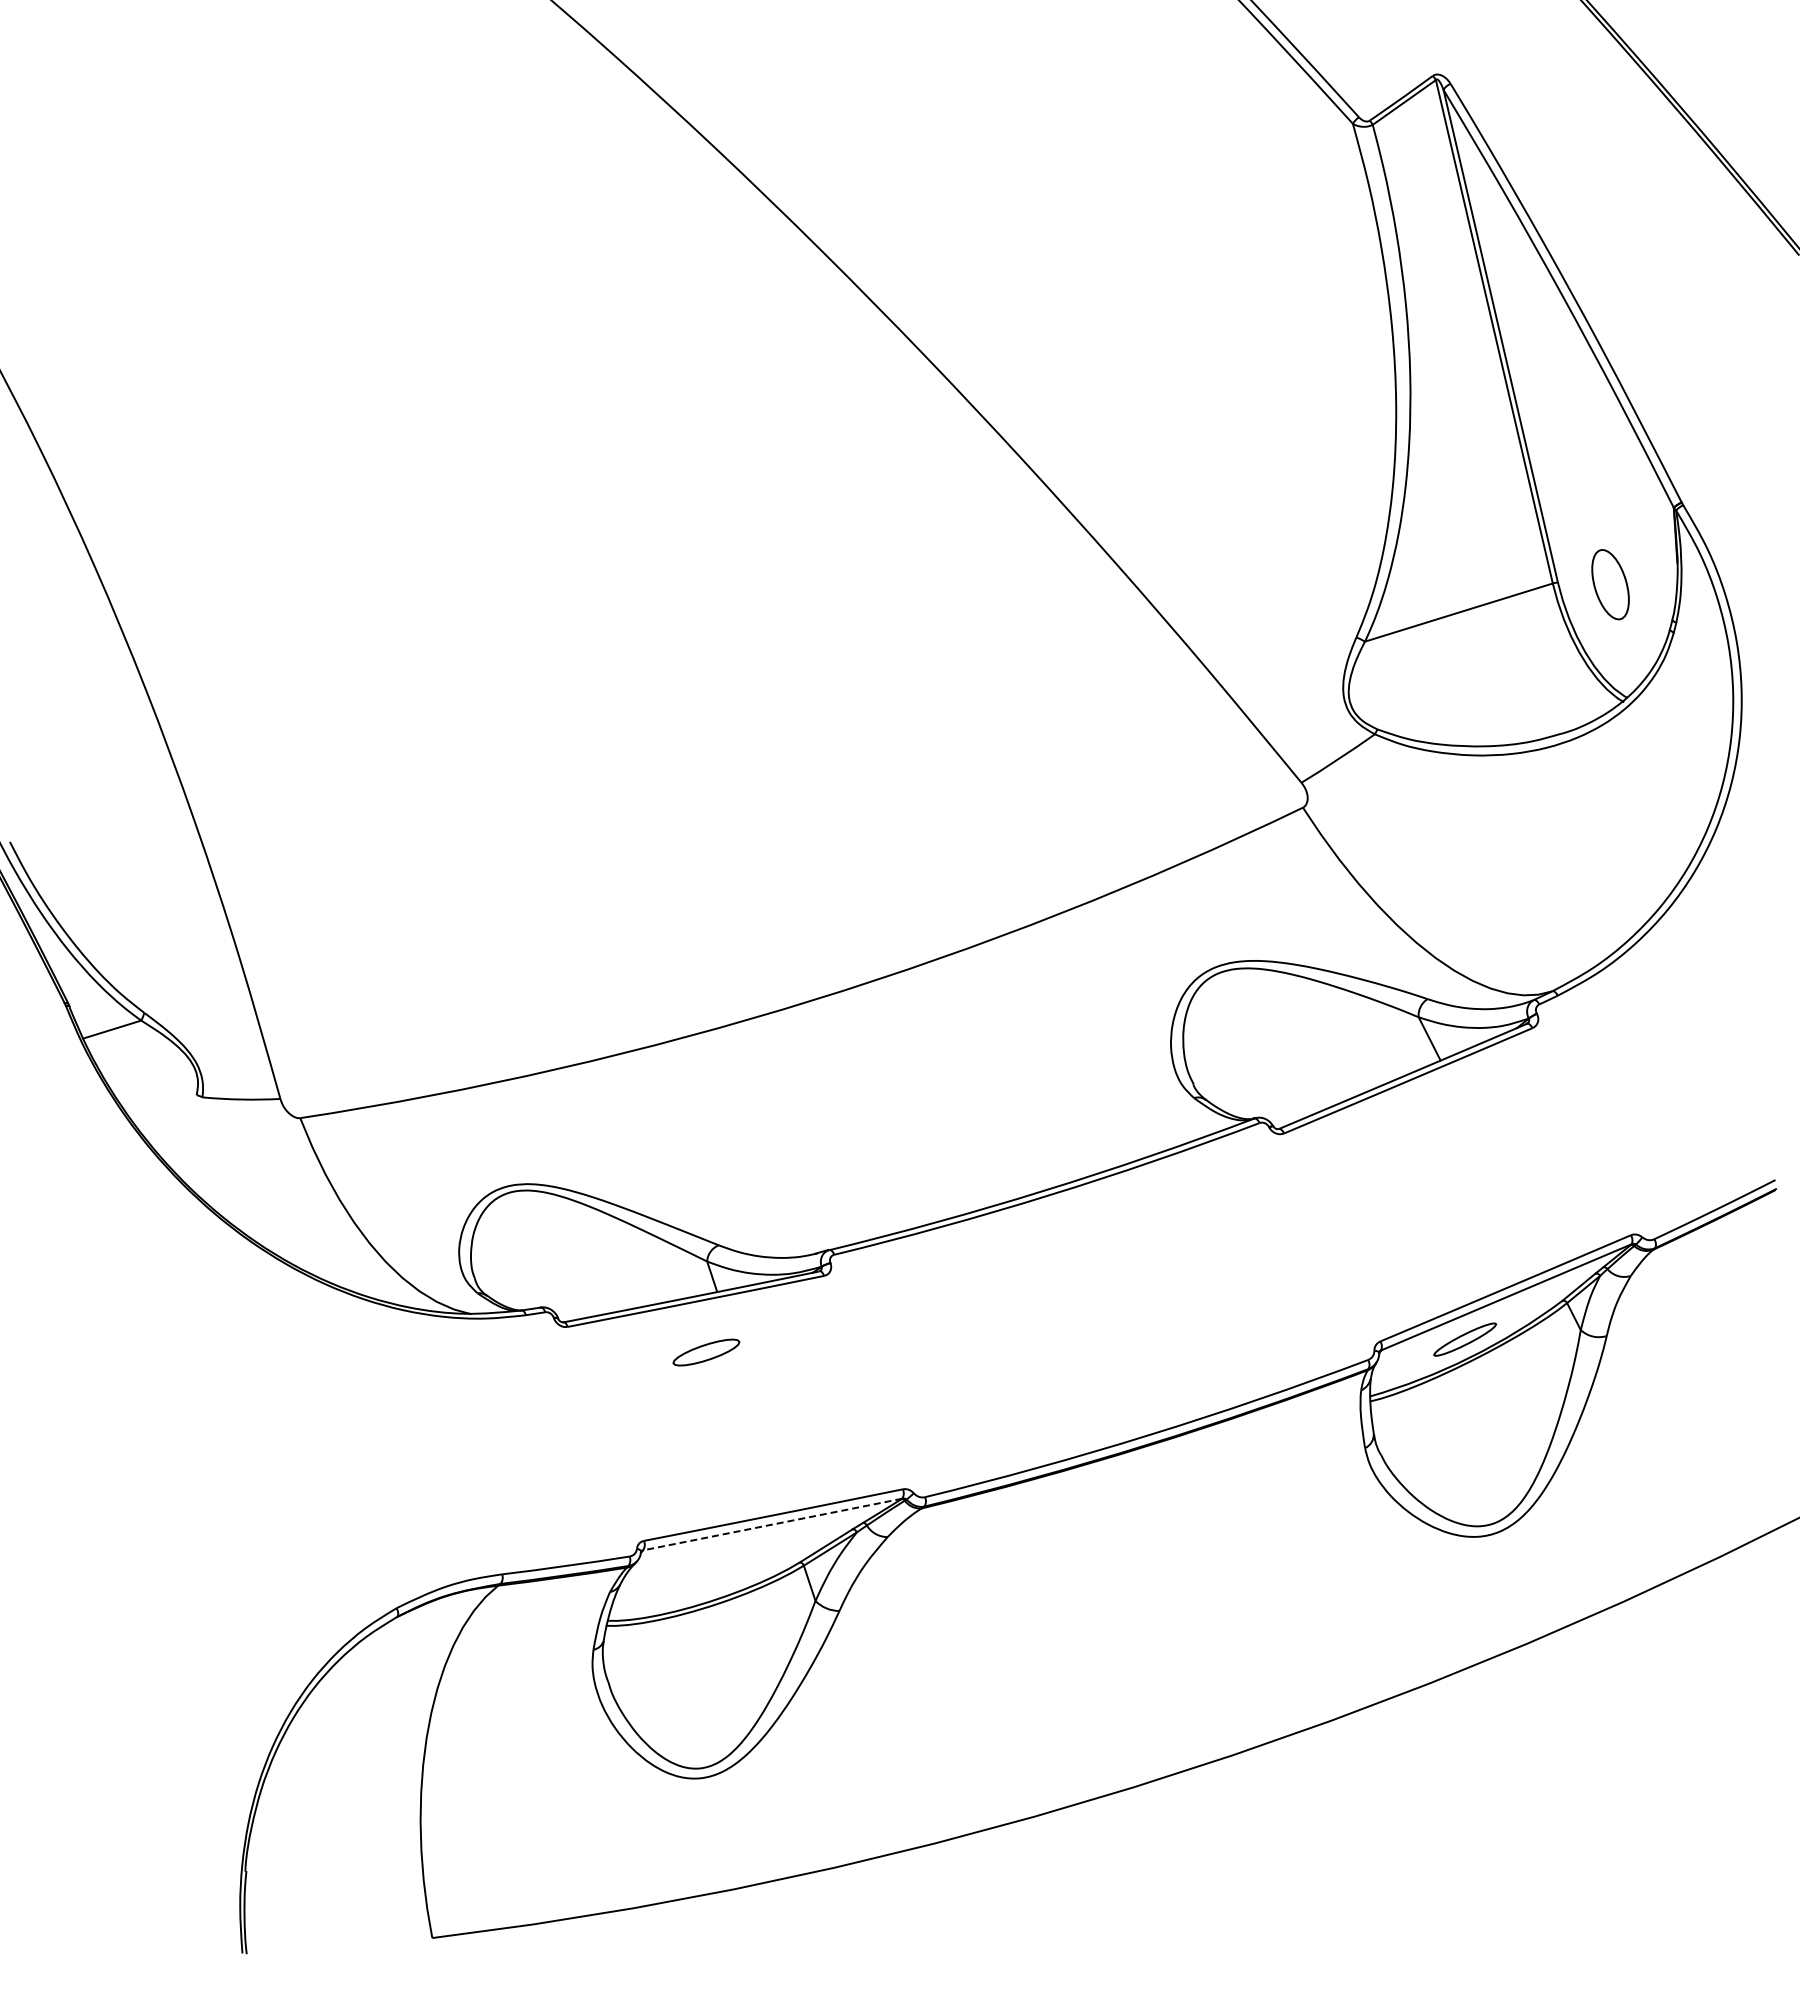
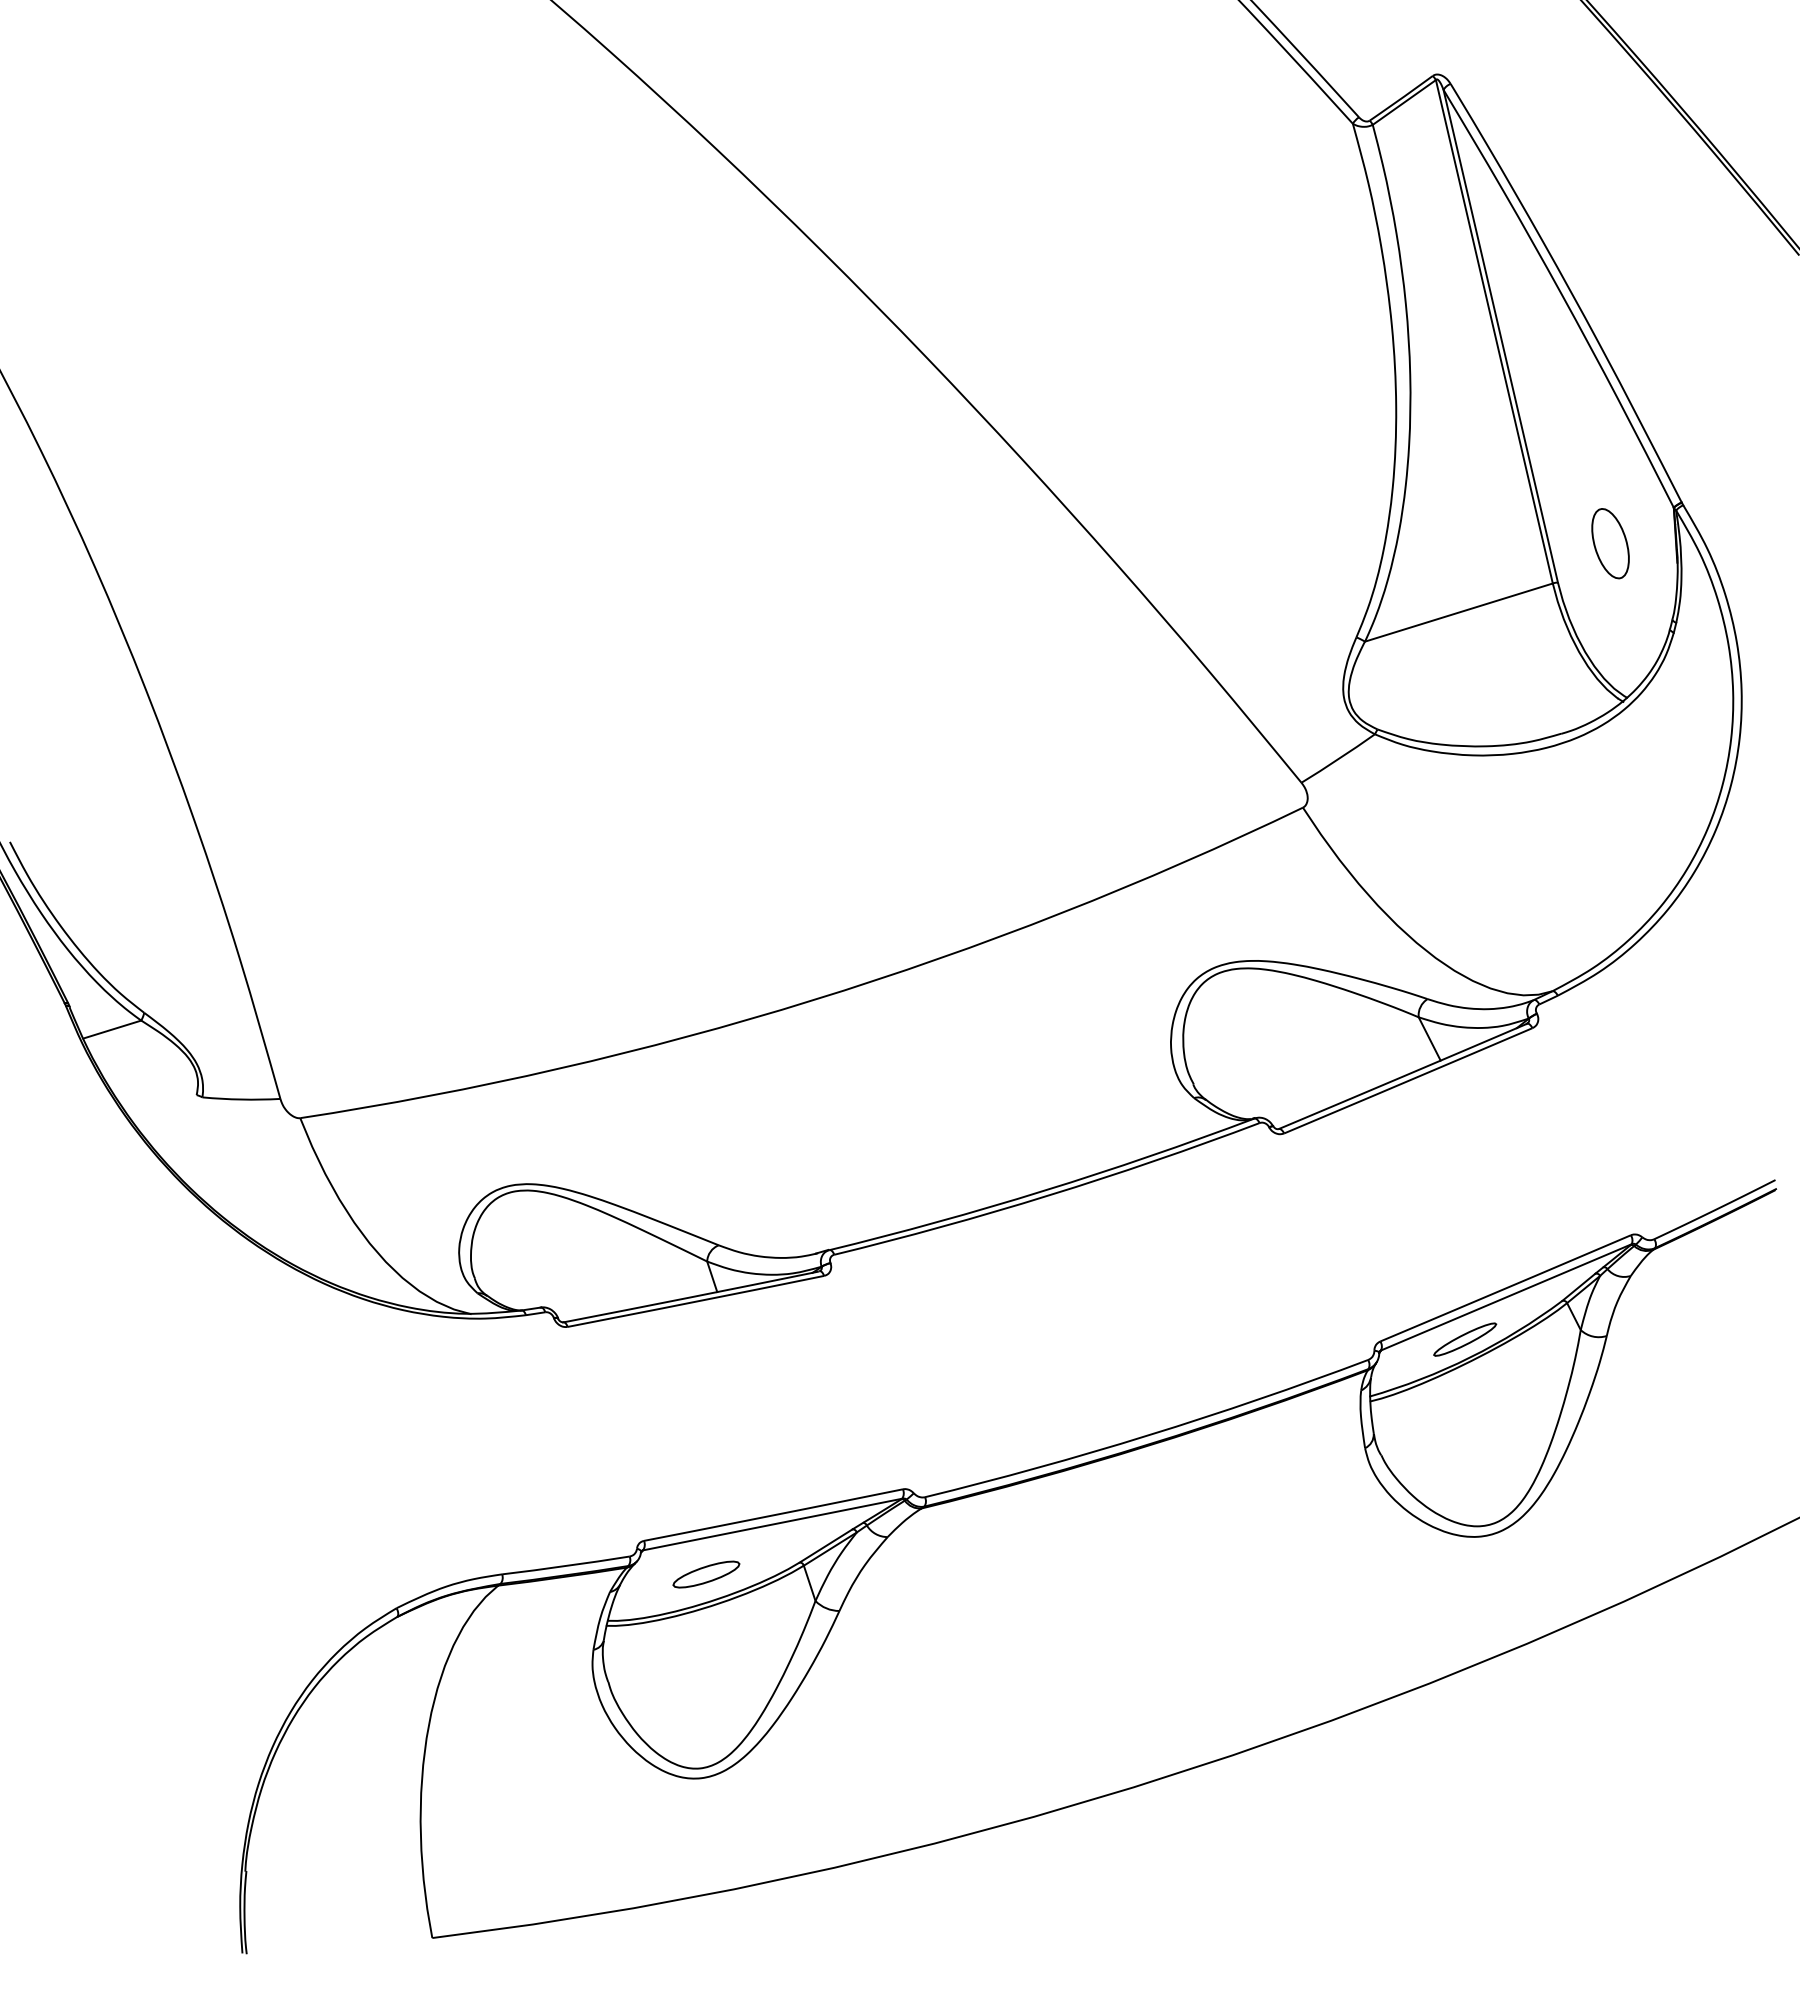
part at (1610, 584) position: (1610, 584) -> (1610, 543)
part at (706, 1352) position: (706, 1352) -> (706, 1574)
line at (772, 1524): dashed -> solid
